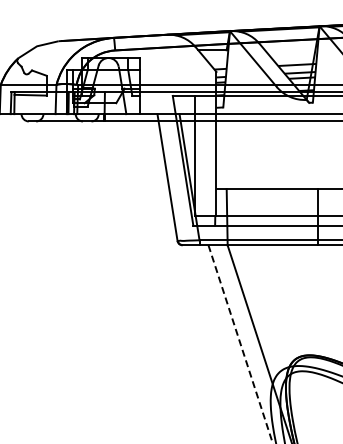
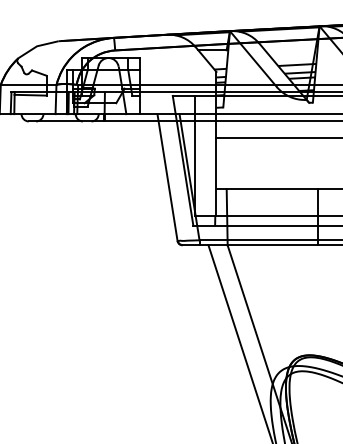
line at (277, 138): none -> present
line at (240, 345): dashed -> solid
